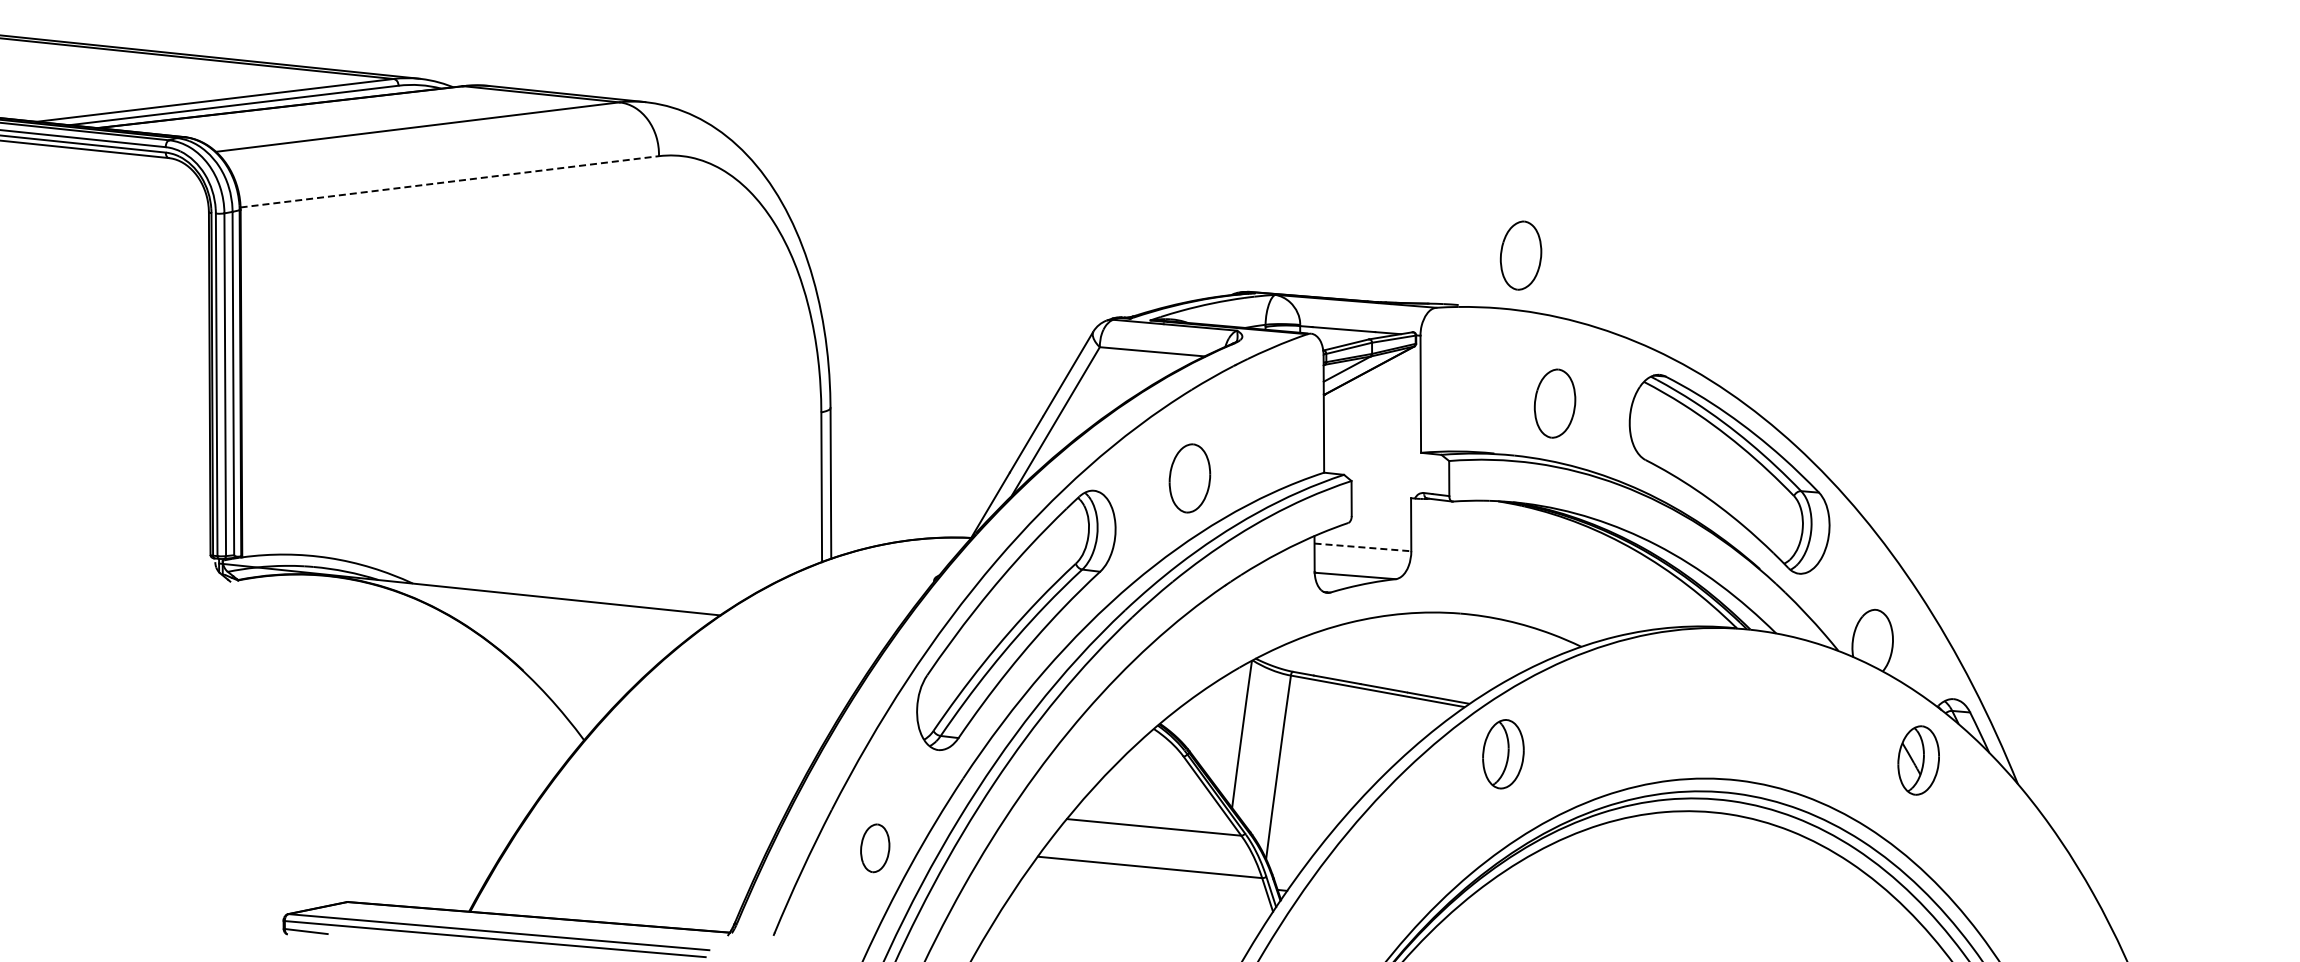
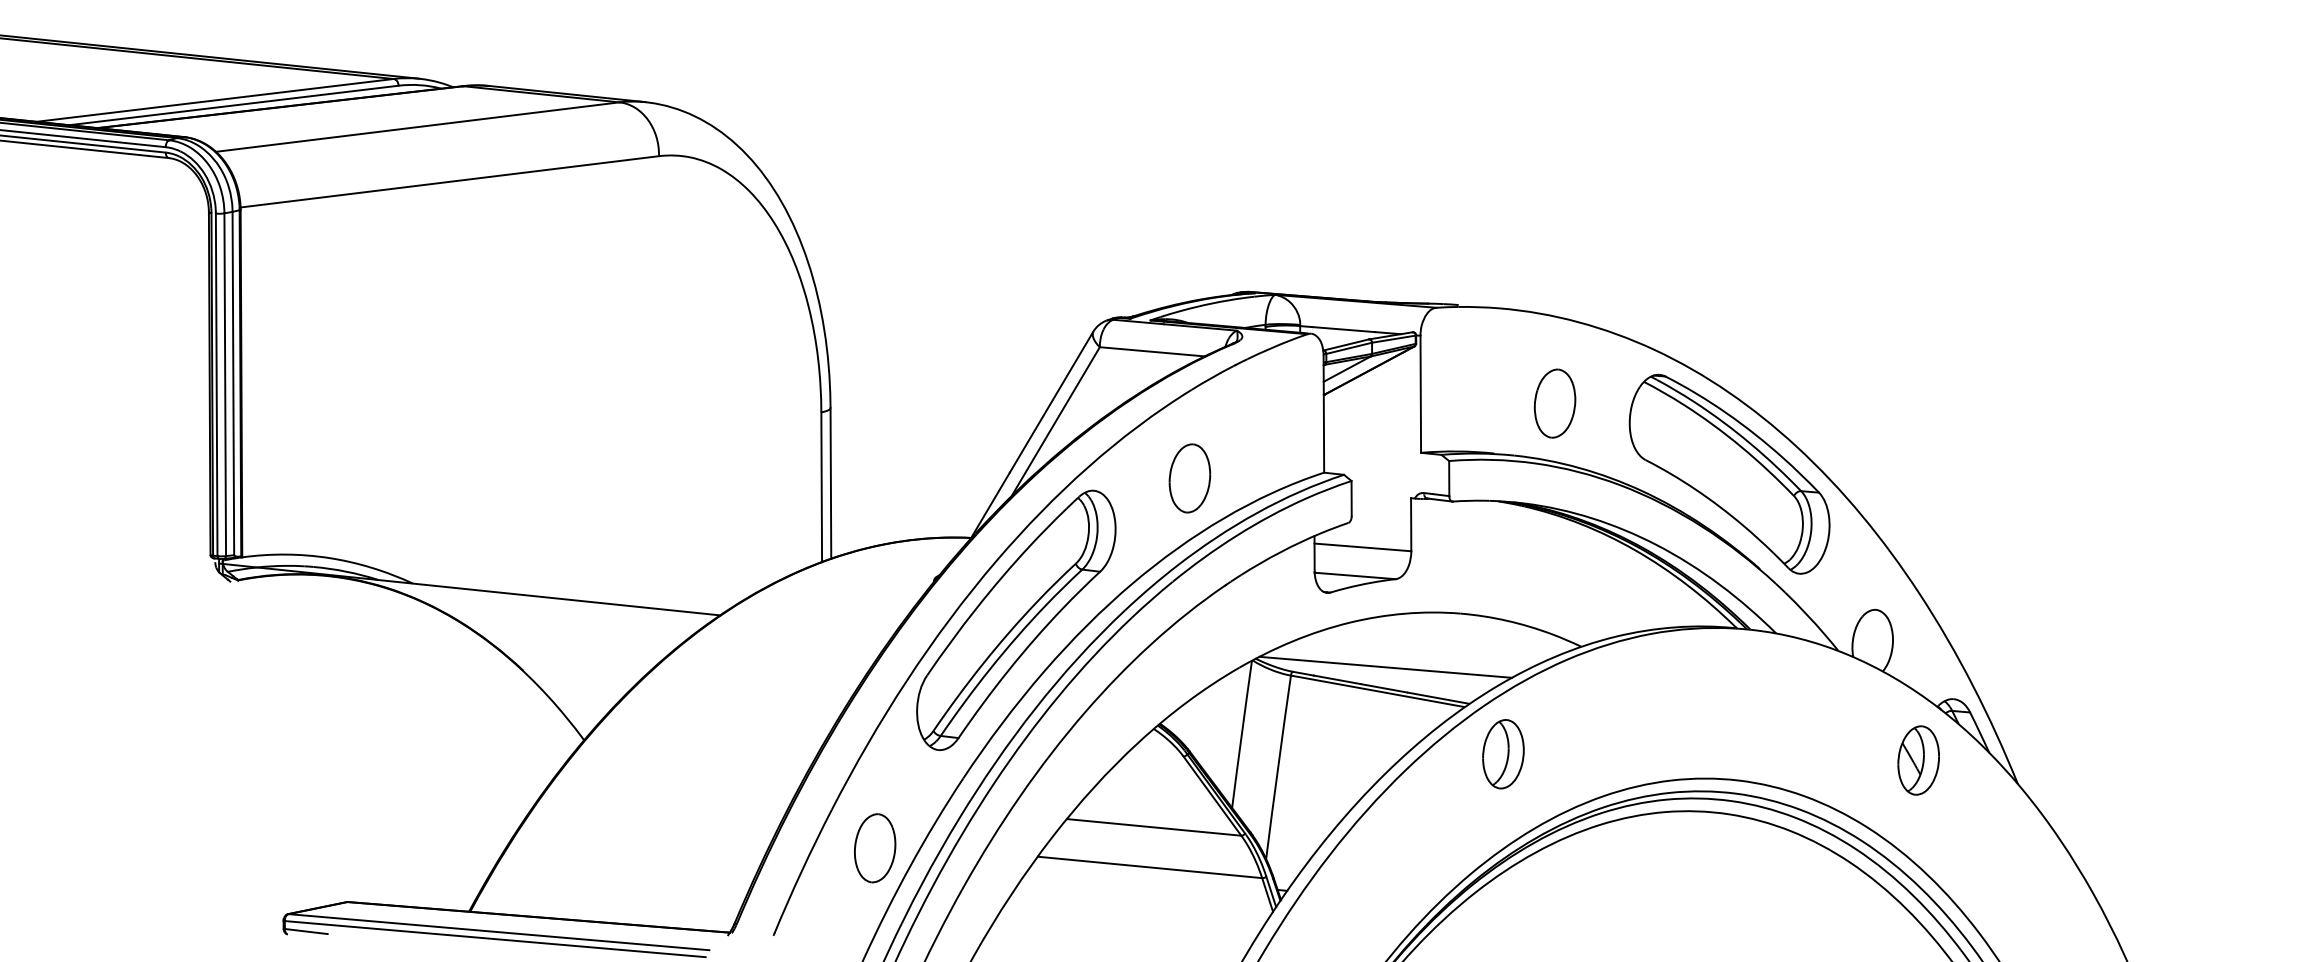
line at (449, 181): dashed -> solid
part at (1520, 255): present -> none
line at (1362, 547): dashed -> solid
line at (1385, 666): none -> present
part at (875, 848) size: 31x51 px -> 43x71 px
